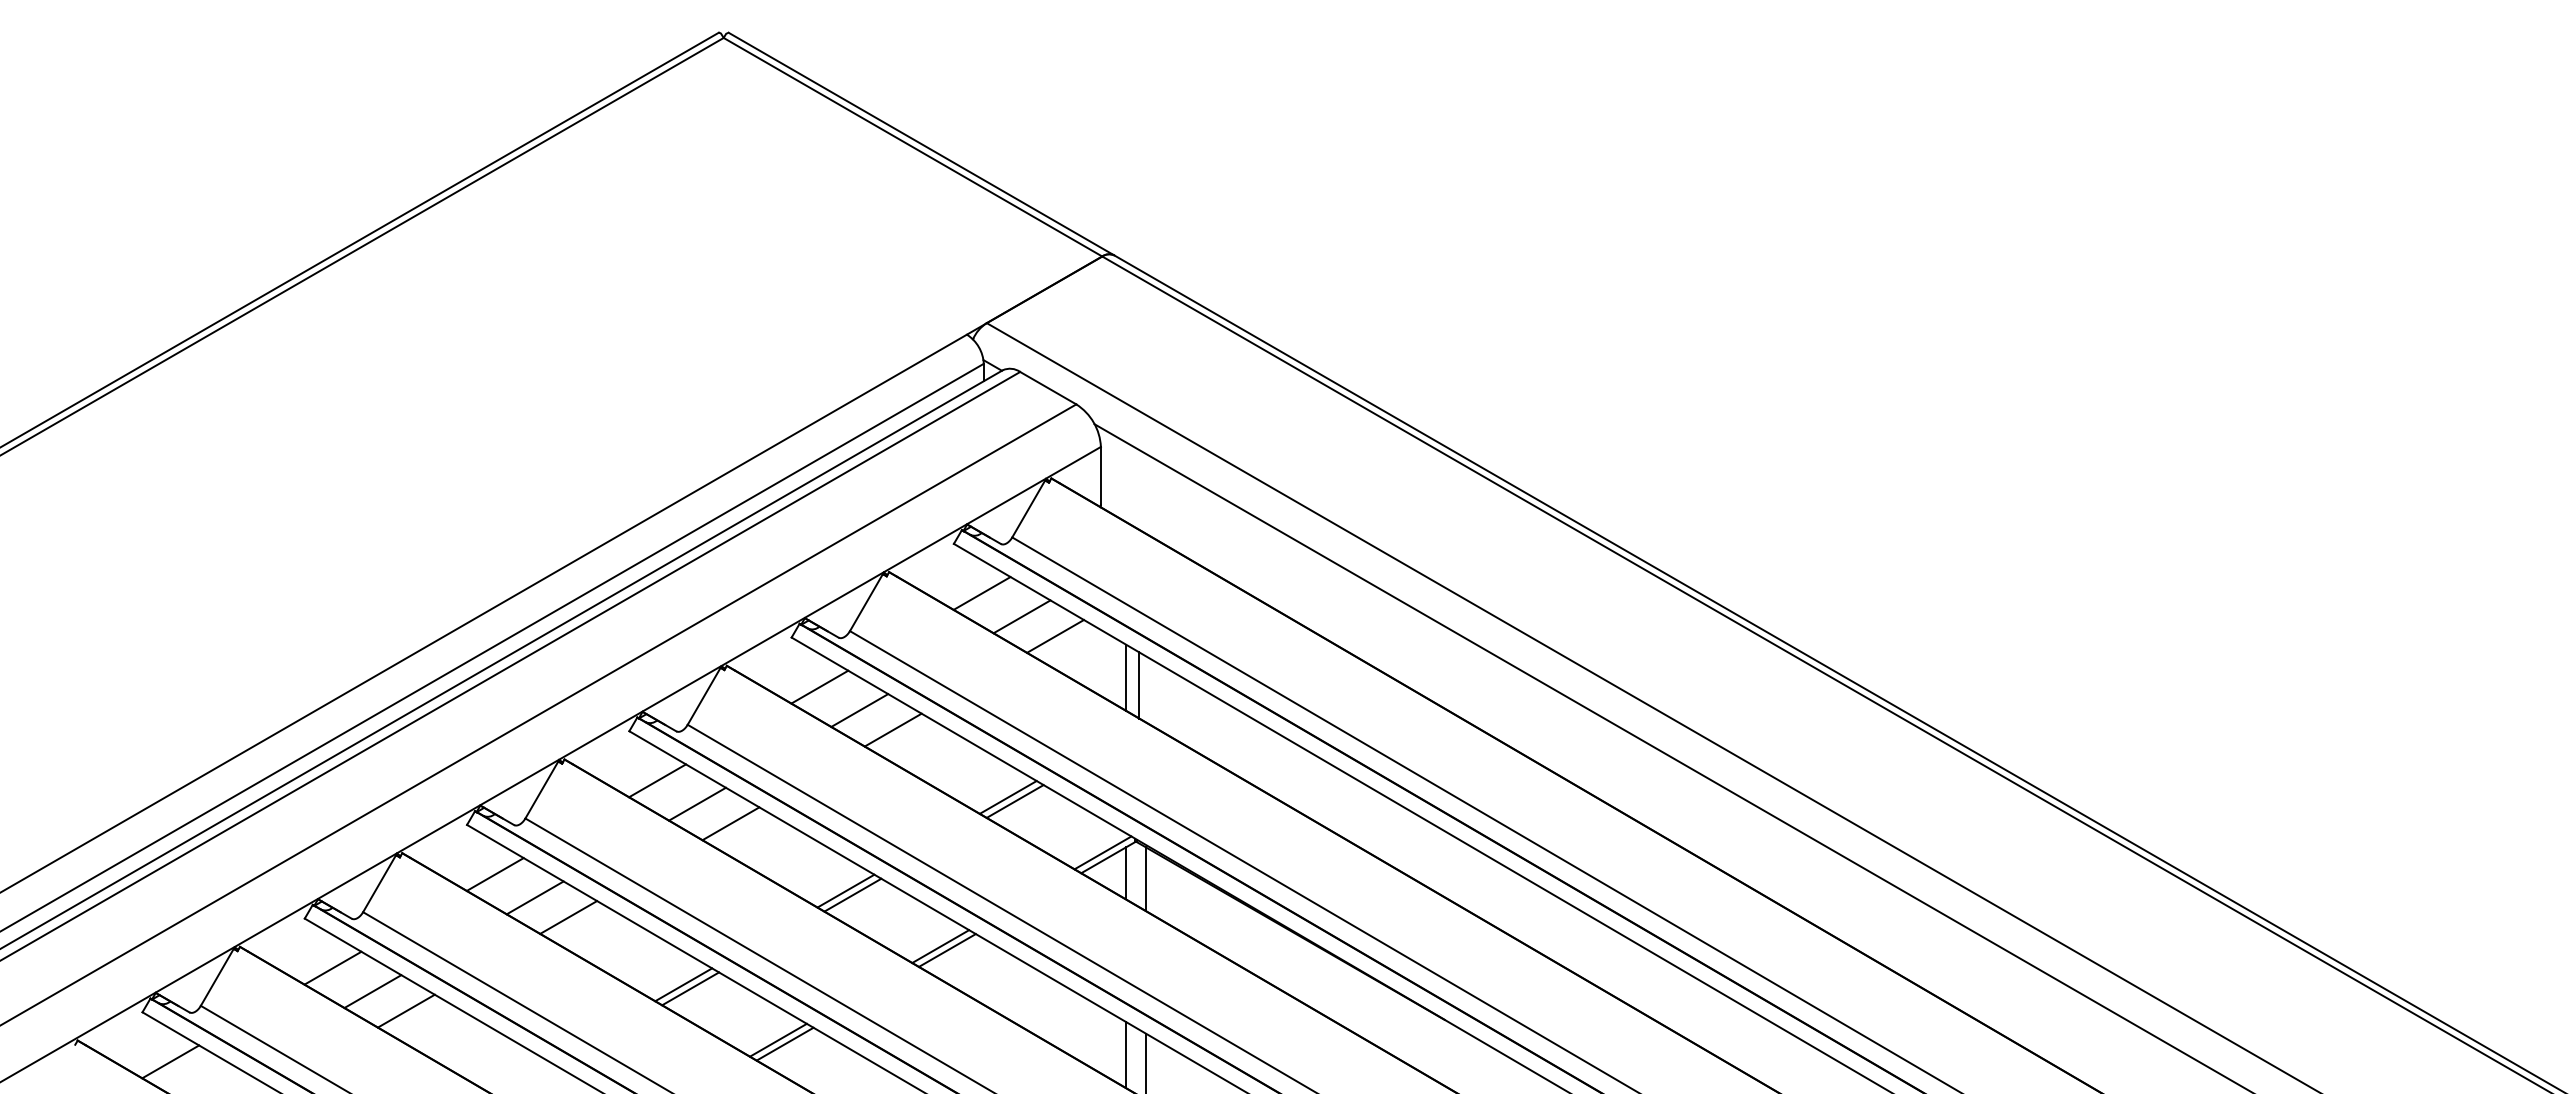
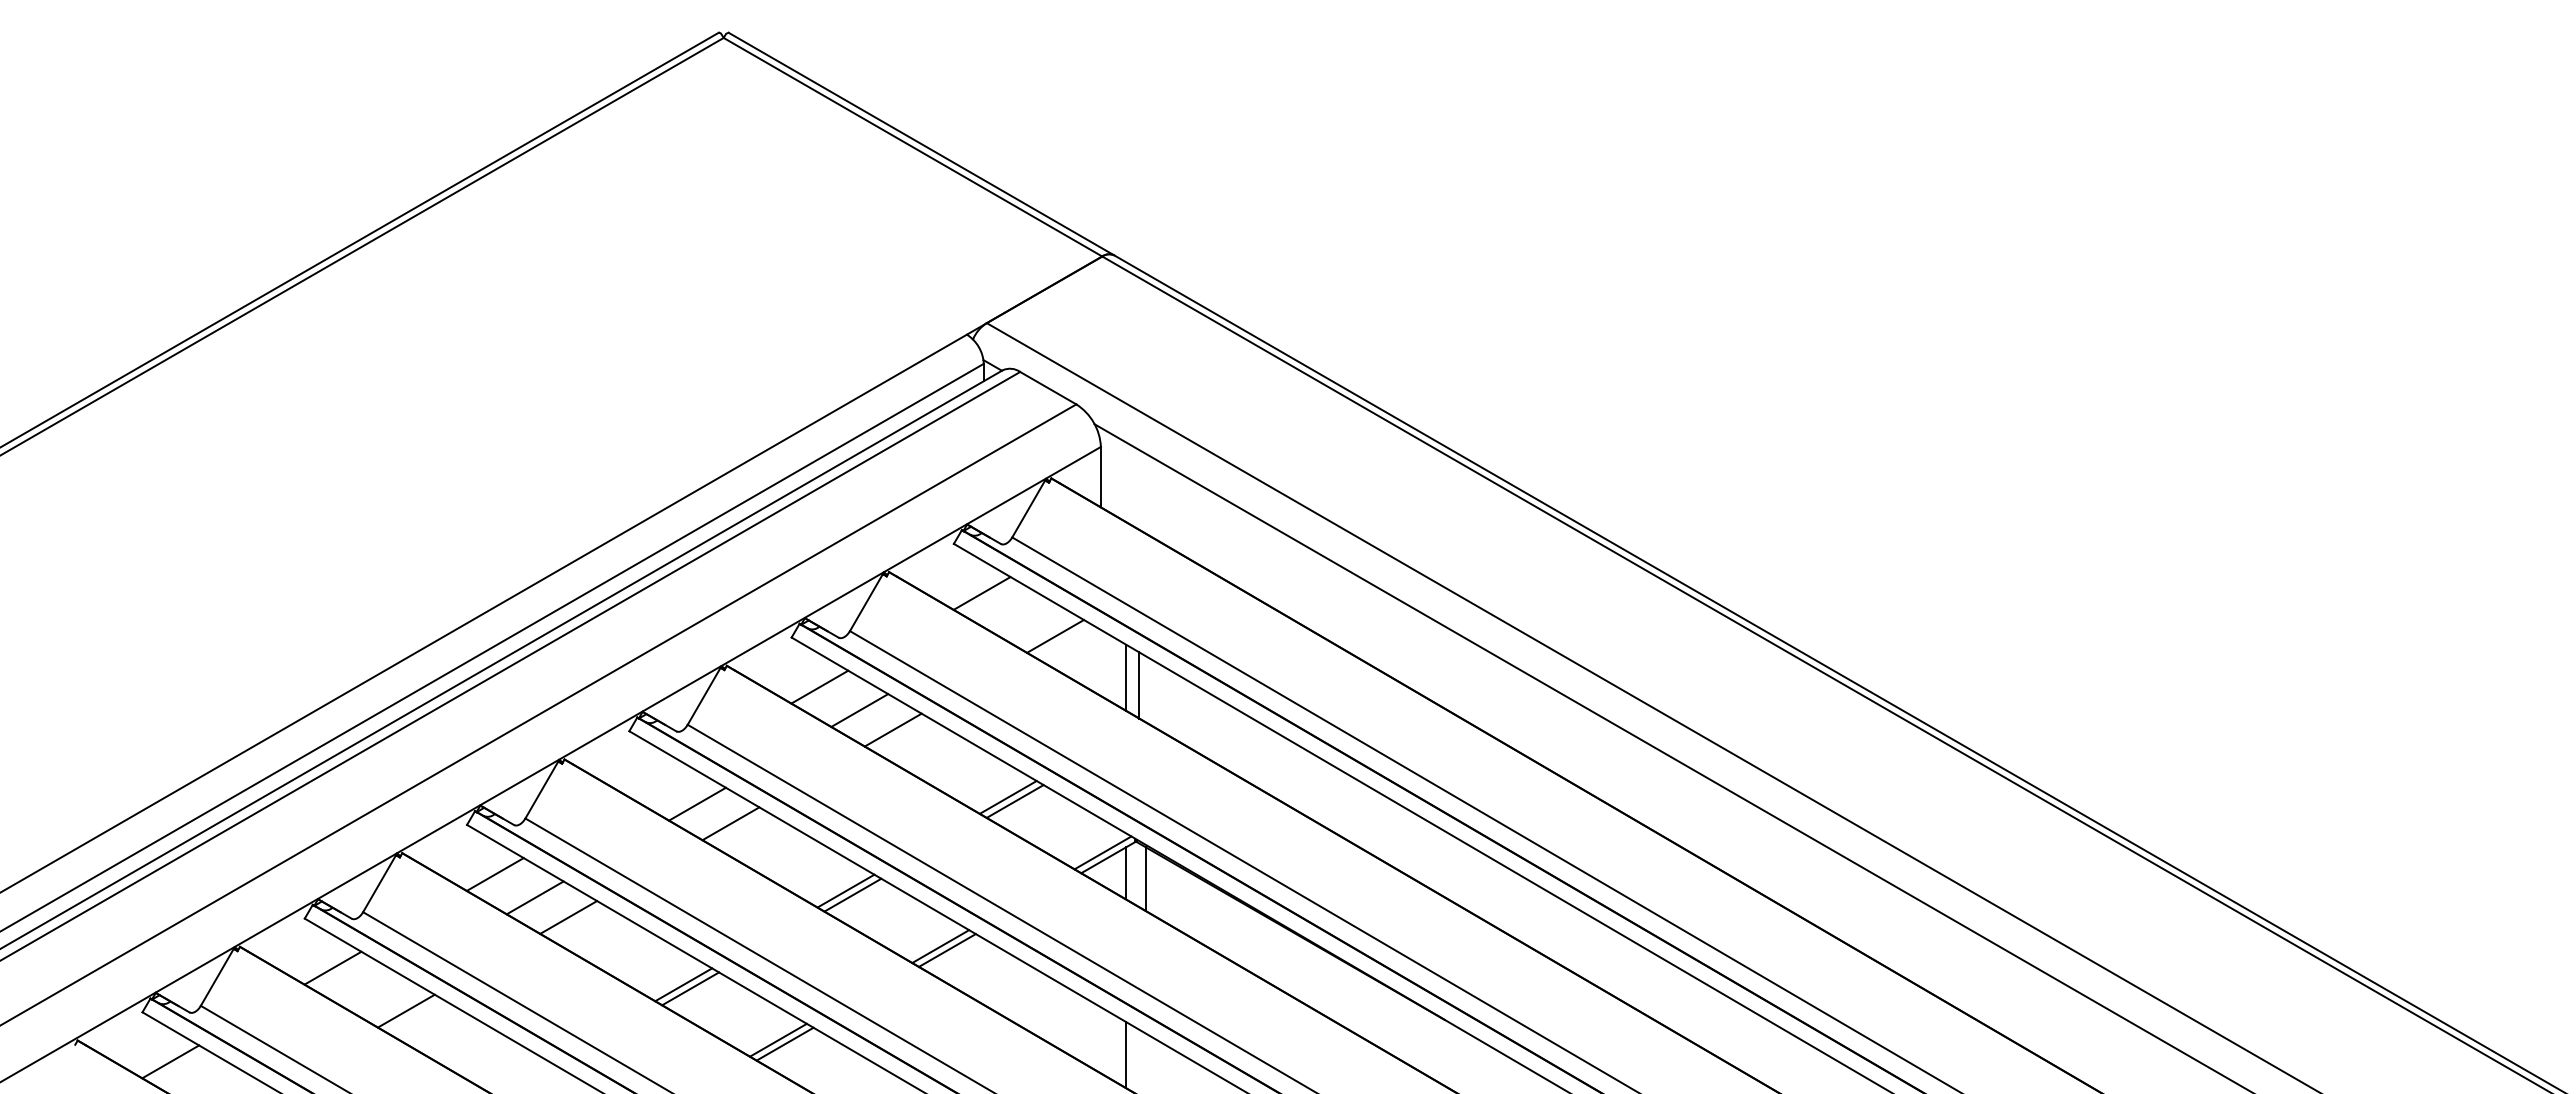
line at (1021, 616): present -> none
line at (657, 780): present -> none
line at (372, 991): present -> none
line at (1146, 1061): present -> none
